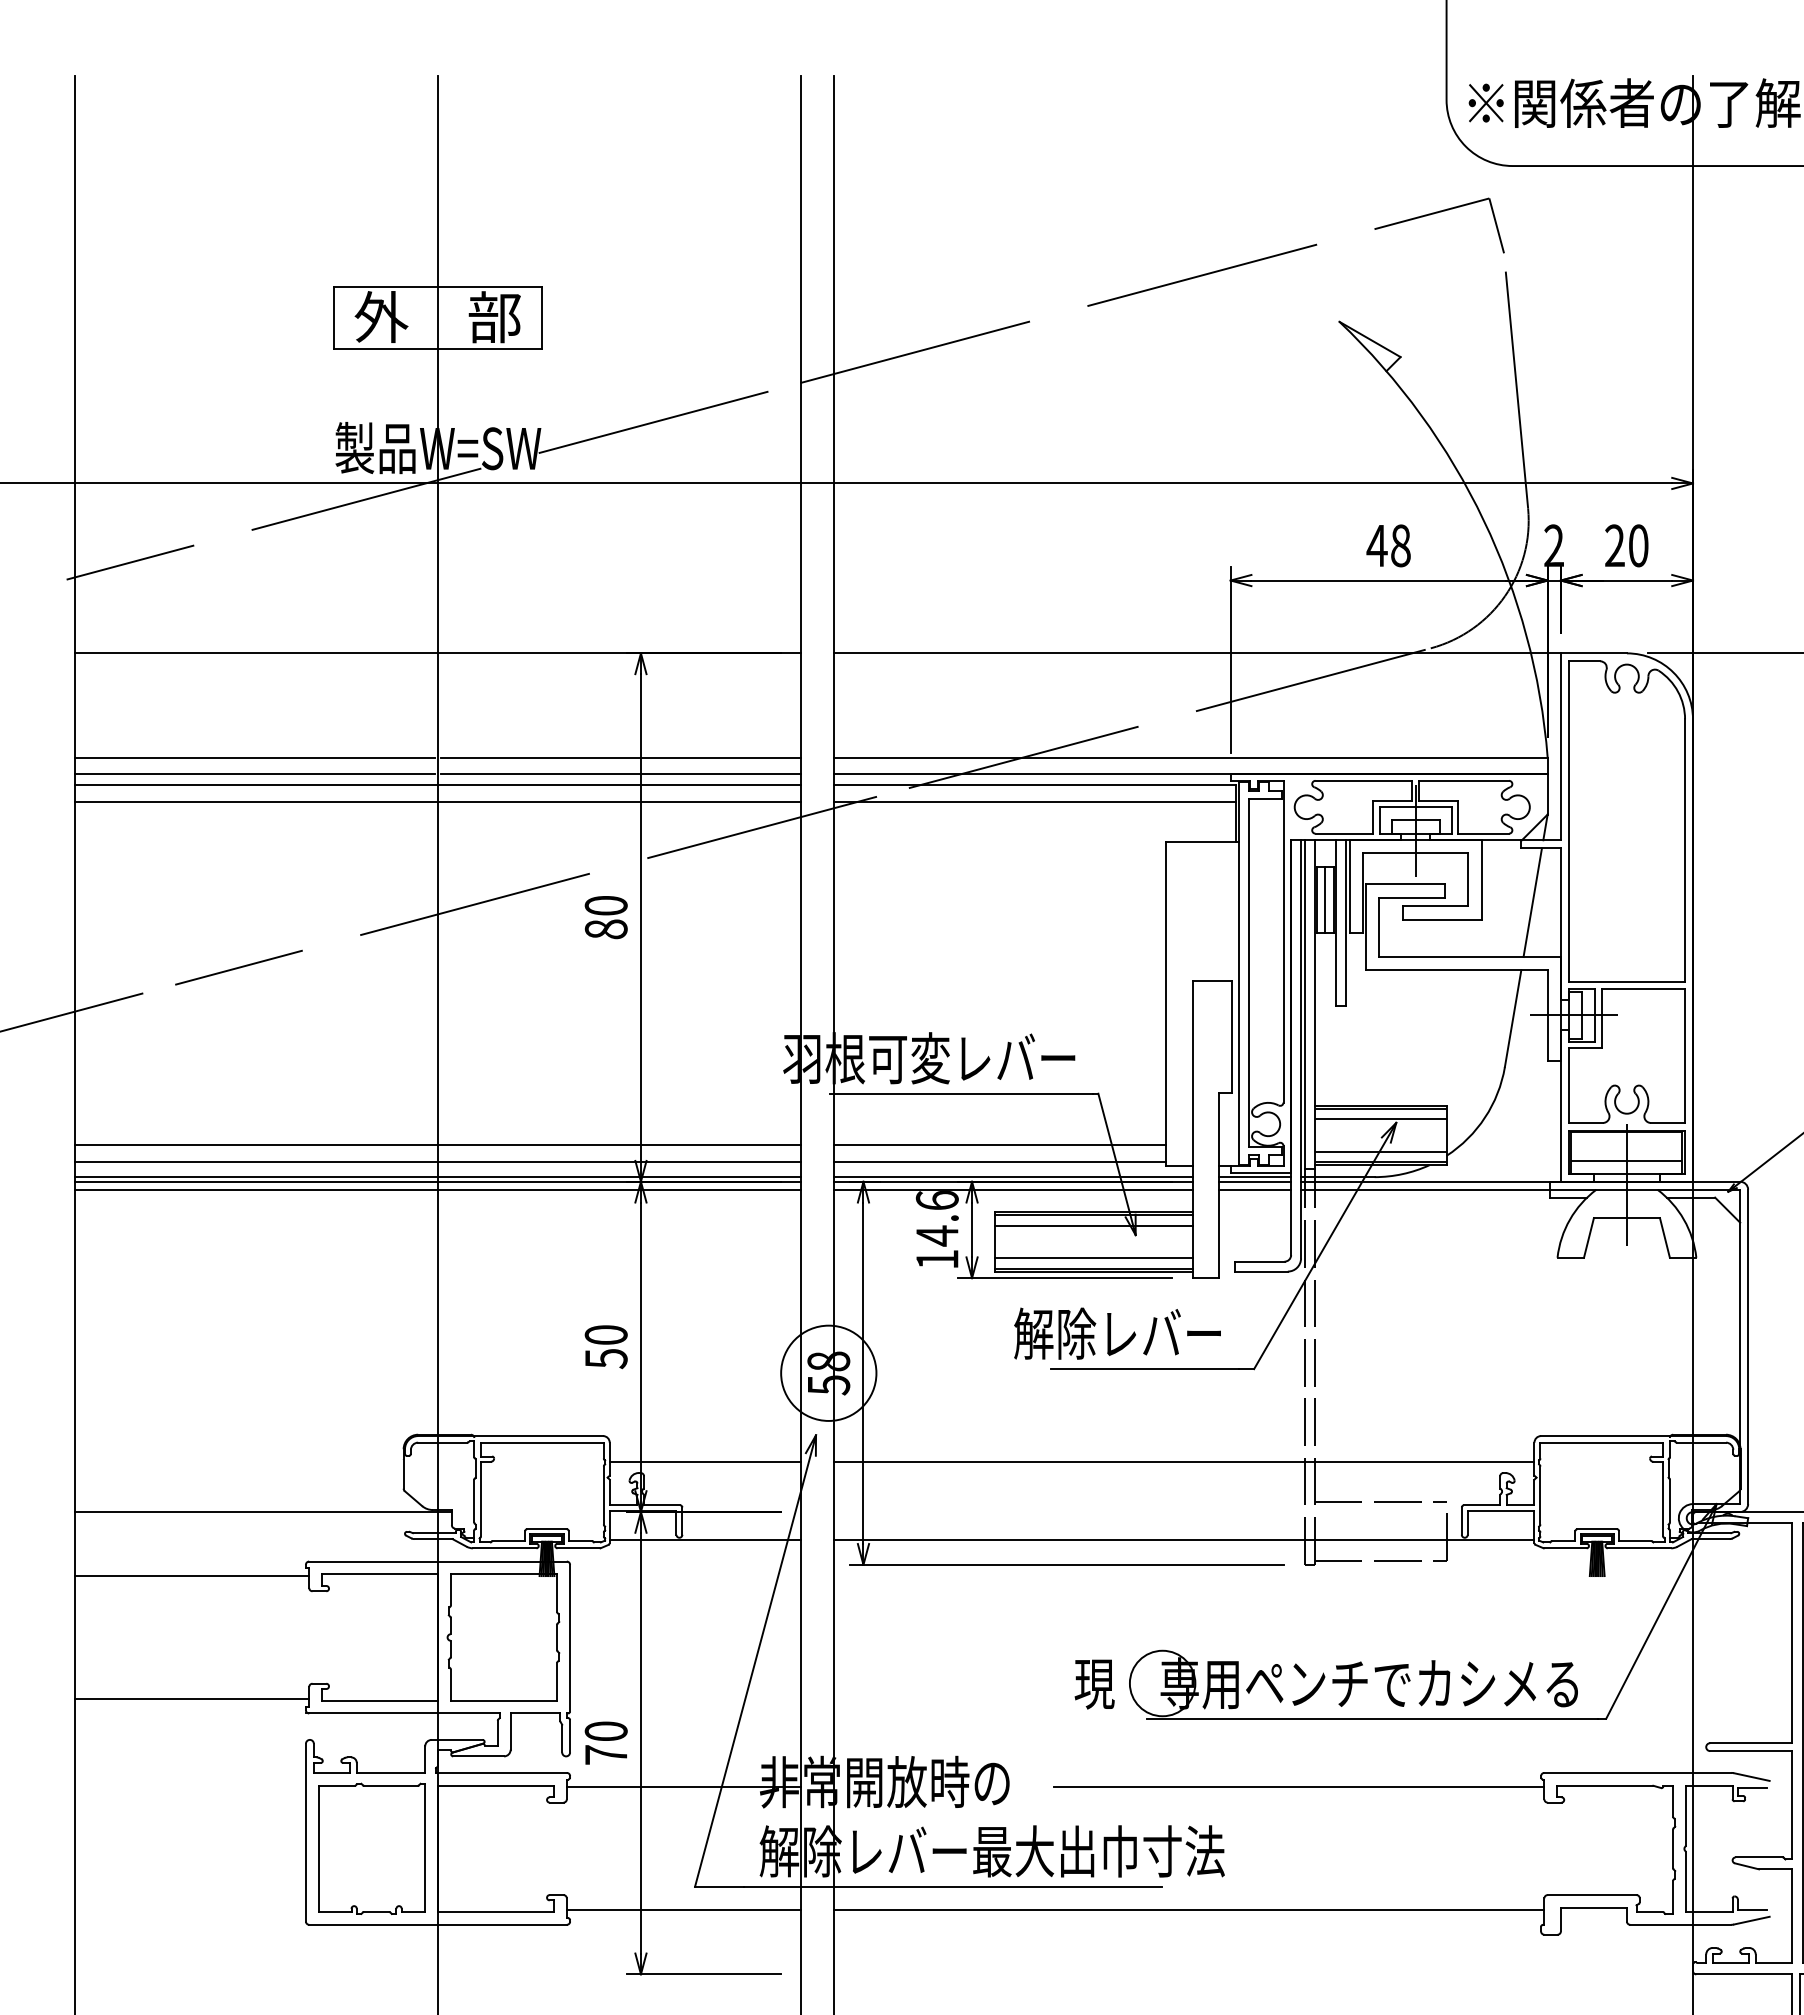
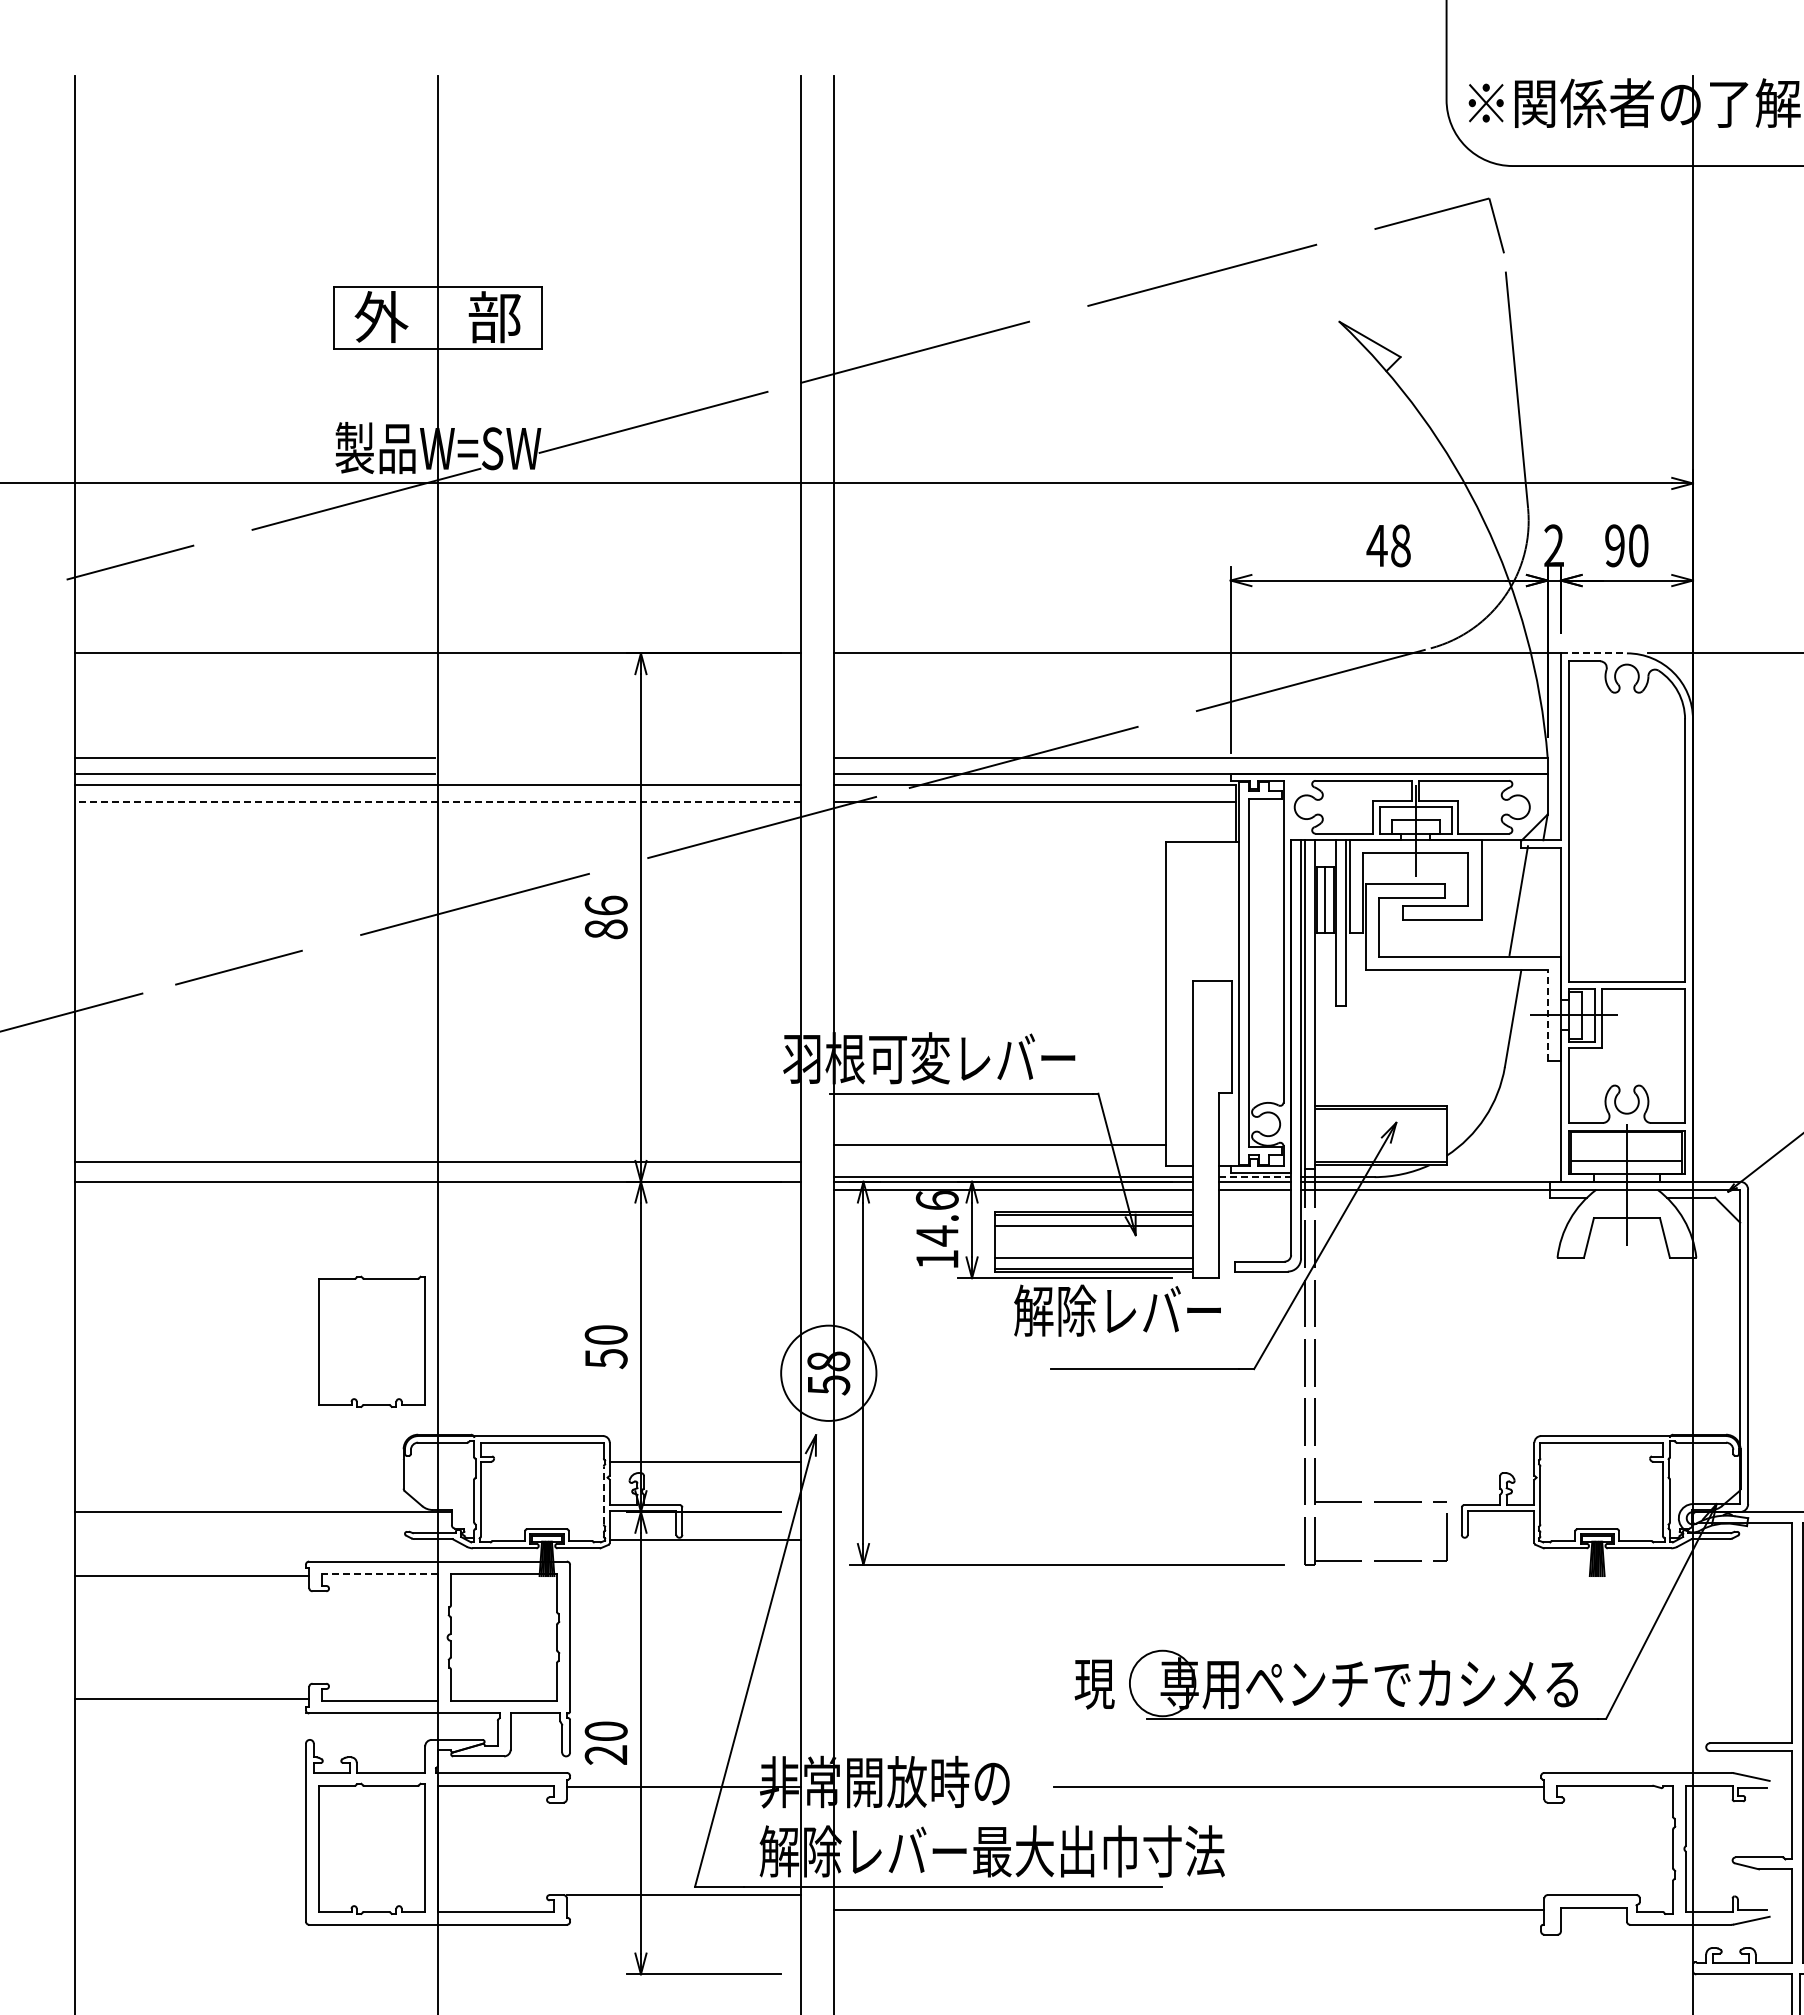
text at (1614, 546): 20 -> 90
line at (1594, 653): solid -> dashed
line at (621, 757): present -> none
line at (621, 774): present -> none
line at (437, 801): solid -> dashed
line at (1532, 902) position: (1532, 902) -> (1518, 900)
text at (605, 905): 80 -> 86
line at (1547, 1014): solid -> dashed
line at (1380, 1119): present -> none
line at (437, 1145): present -> none
line at (1380, 1151): present -> none
line at (1000, 1161): present -> none
line at (437, 1177): present -> none
line at (1255, 1177): solid -> dashed
line at (437, 1189): present -> none
text at (1117, 1333) position: (1117, 1333) -> (1117, 1310)
part at (371, 1341): none -> present
line at (1184, 1462): present -> none
line at (603, 1495): solid -> dashed
line at (1184, 1540): present -> none
line at (380, 1574): solid -> dashed
text at (605, 1754): 70 -> 20
line at (683, 1910) position: (683, 1910) -> (683, 1895)
